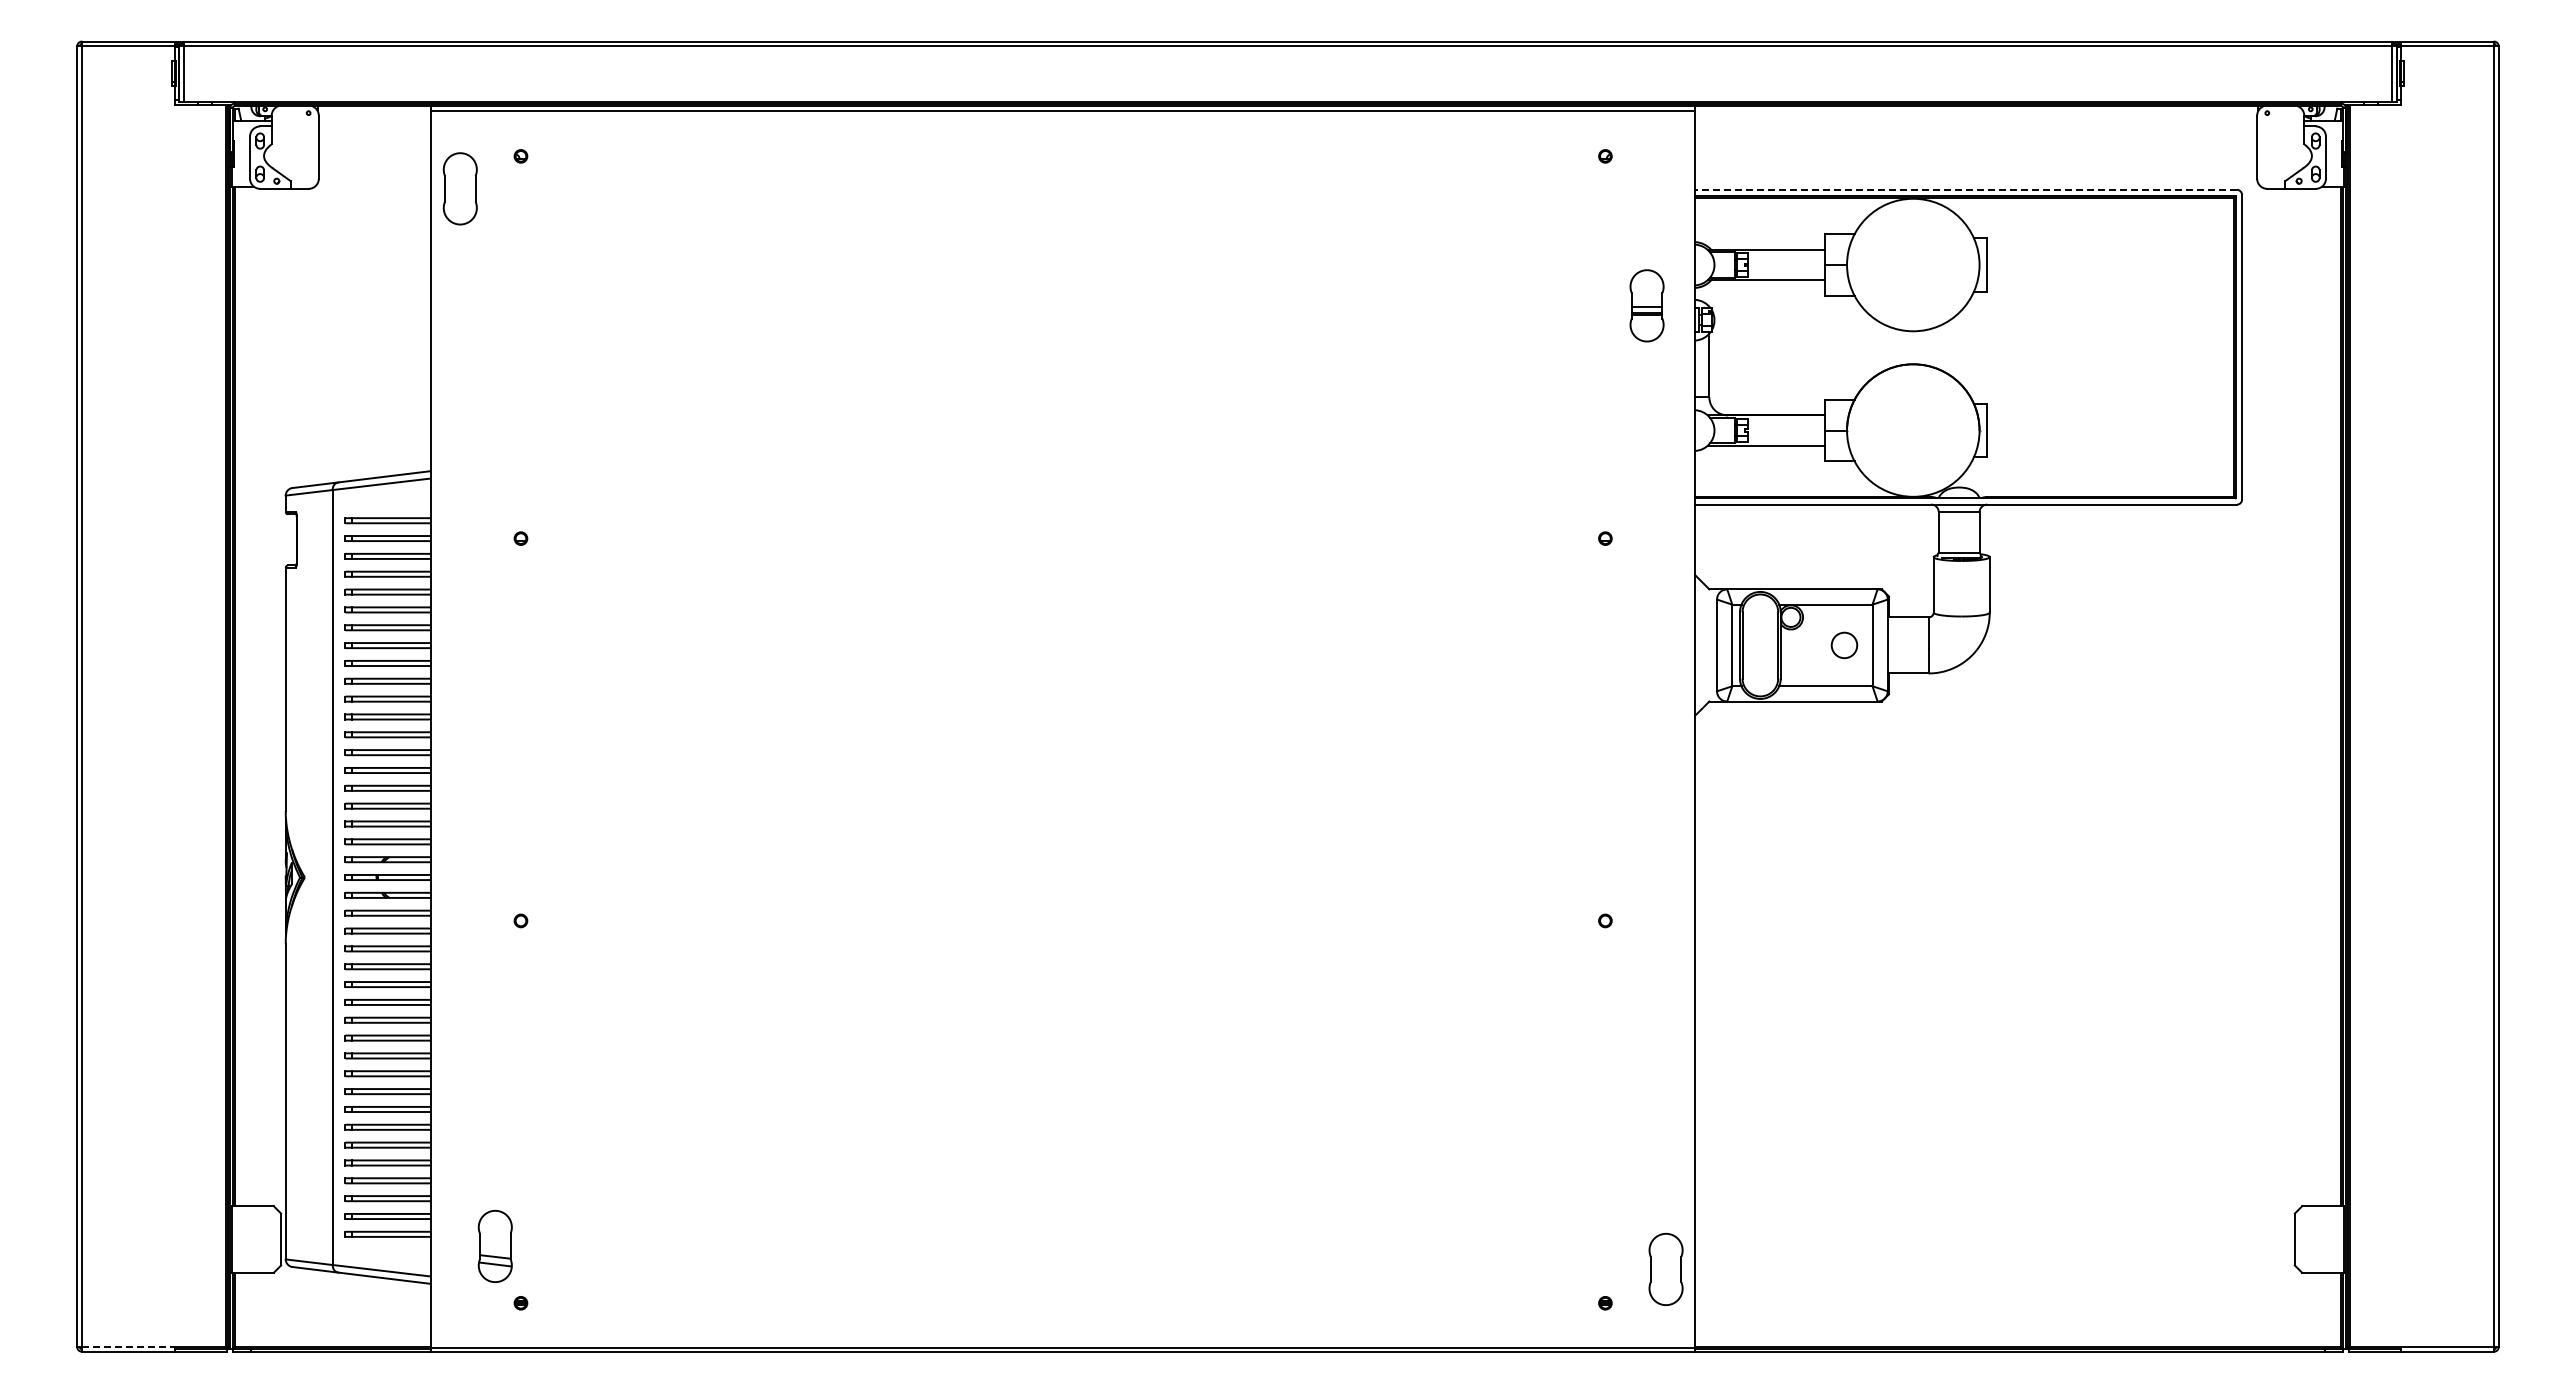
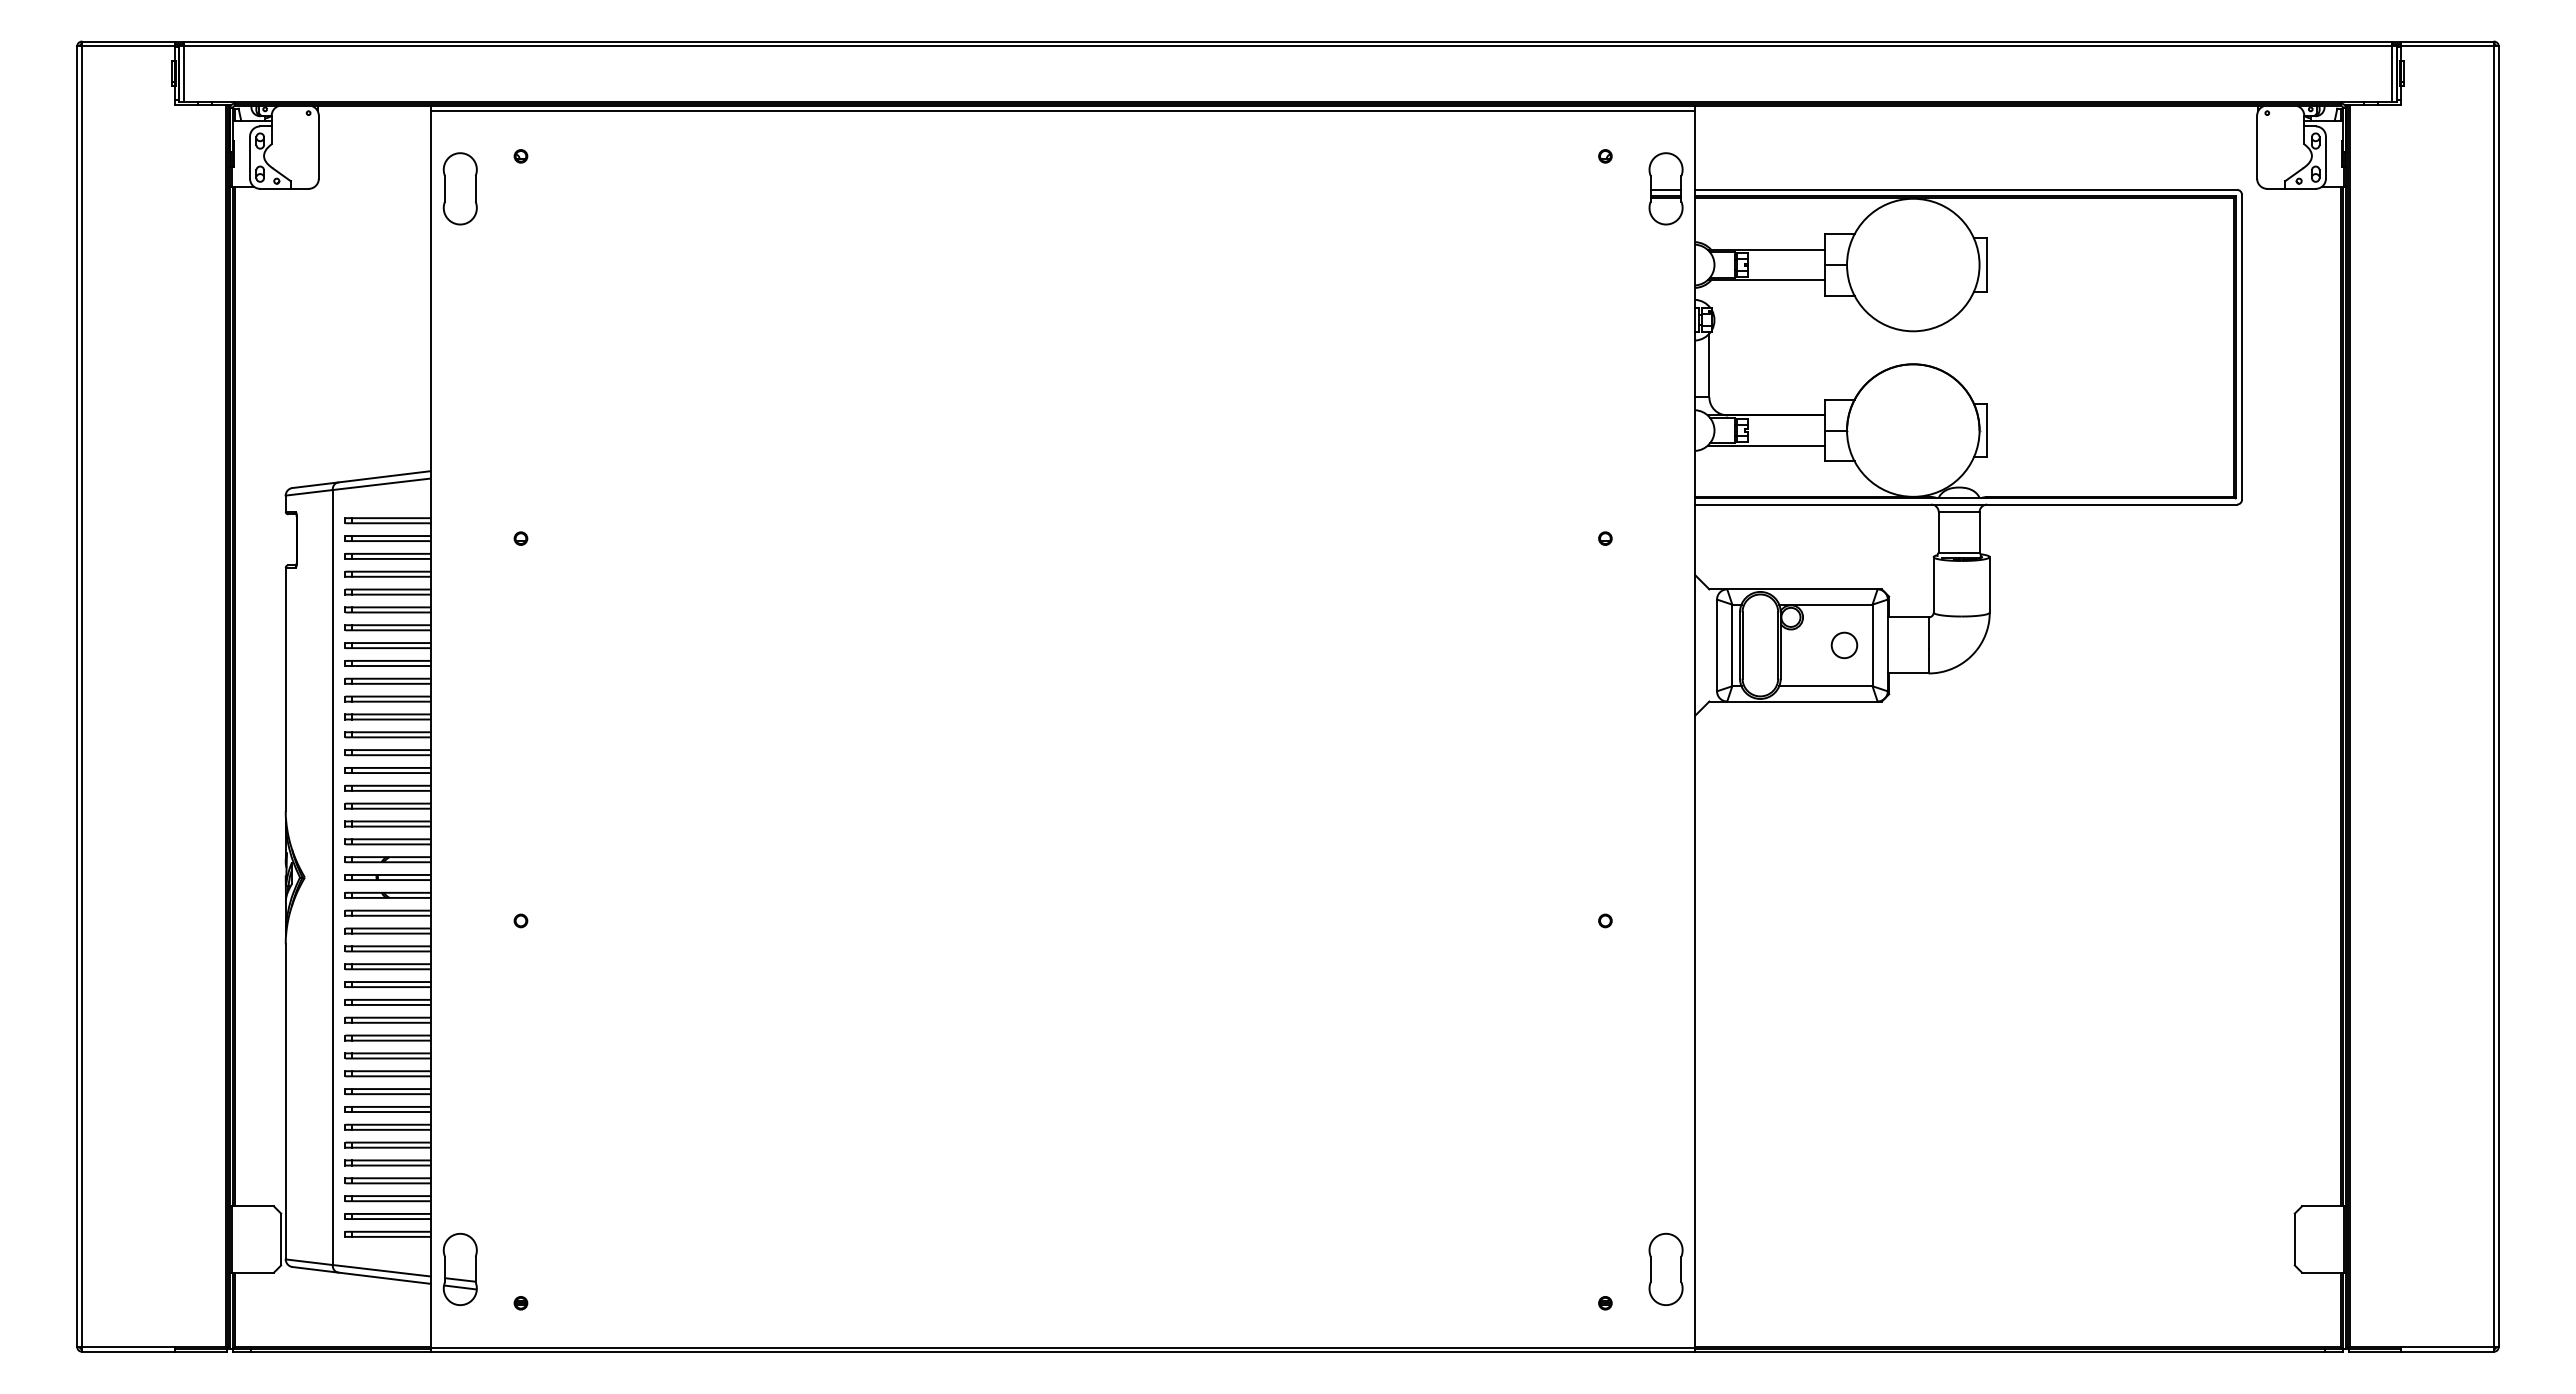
line at (1966, 189): dashed -> solid
part at (1646, 305) position: (1646, 305) -> (1665, 188)
part at (494, 1246) position: (494, 1246) -> (459, 1269)
line at (128, 1347): dashed -> solid
